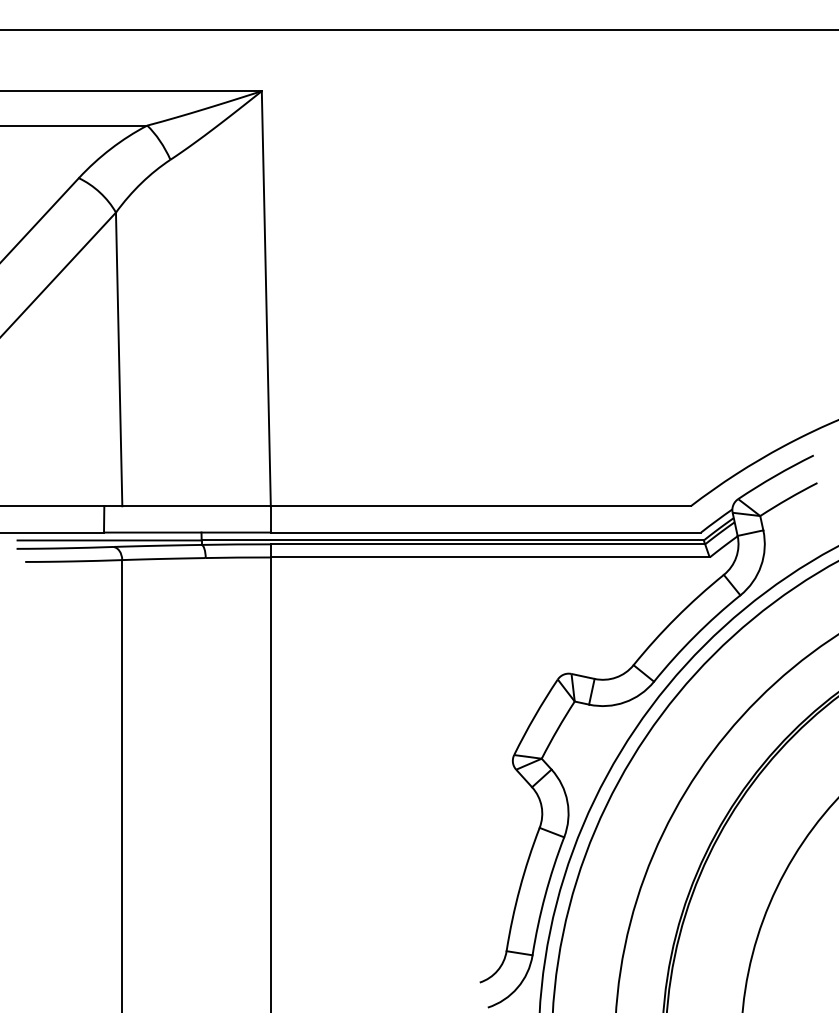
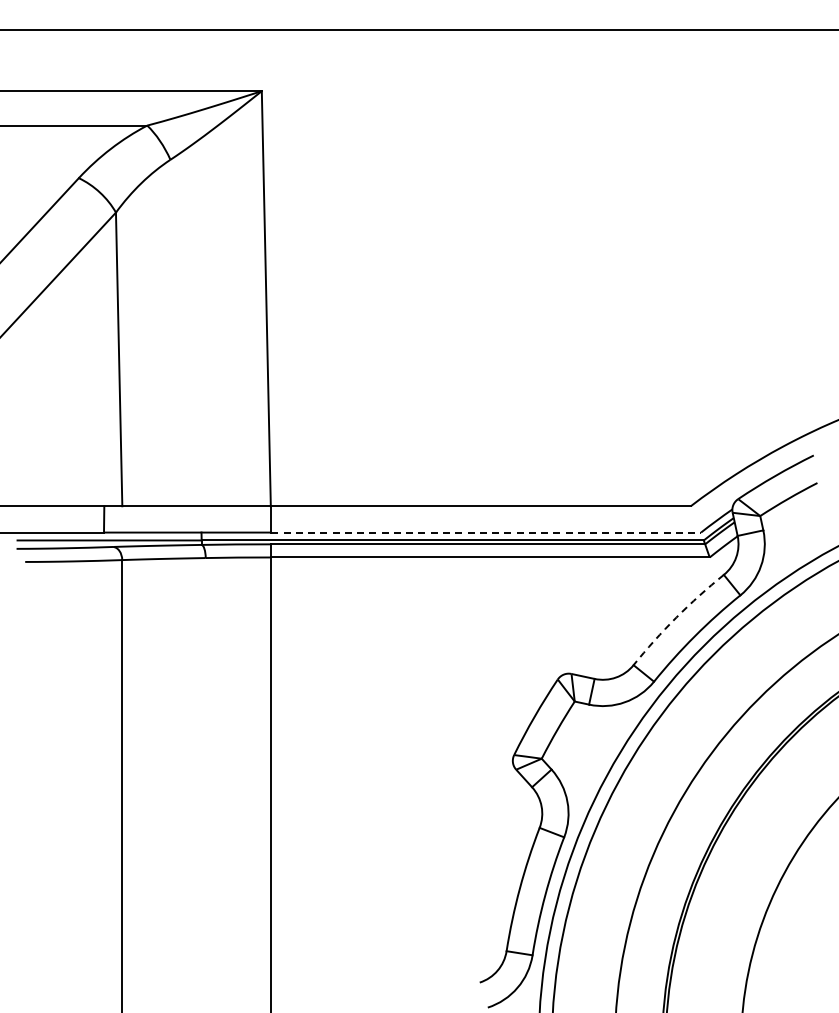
line at (486, 532): solid -> dashed
arc at (676, 617): solid -> dashed
